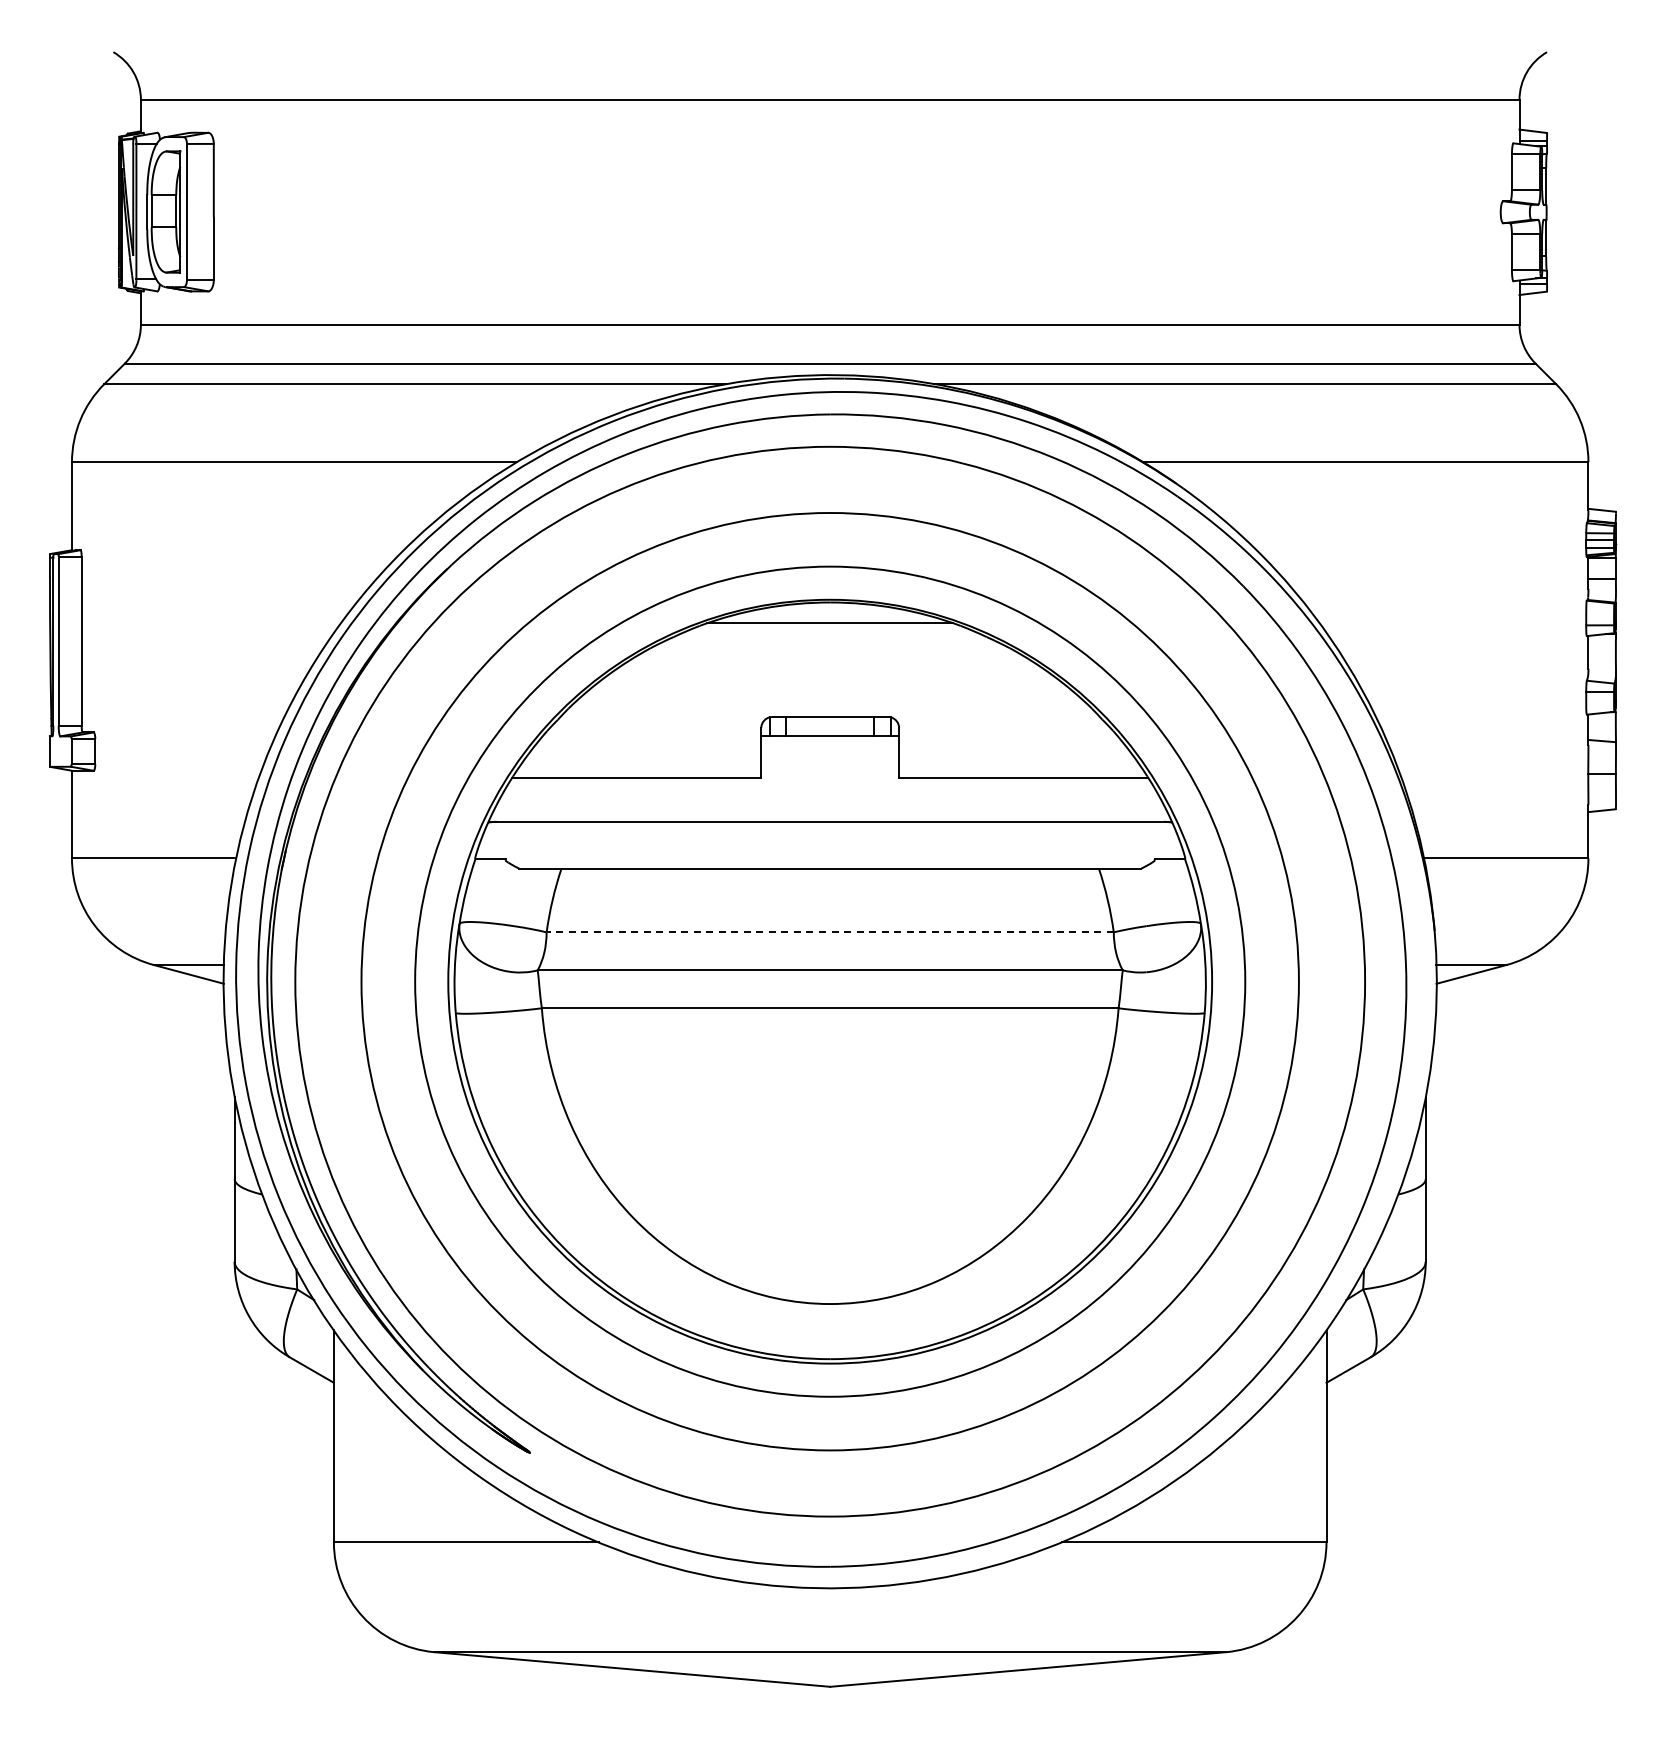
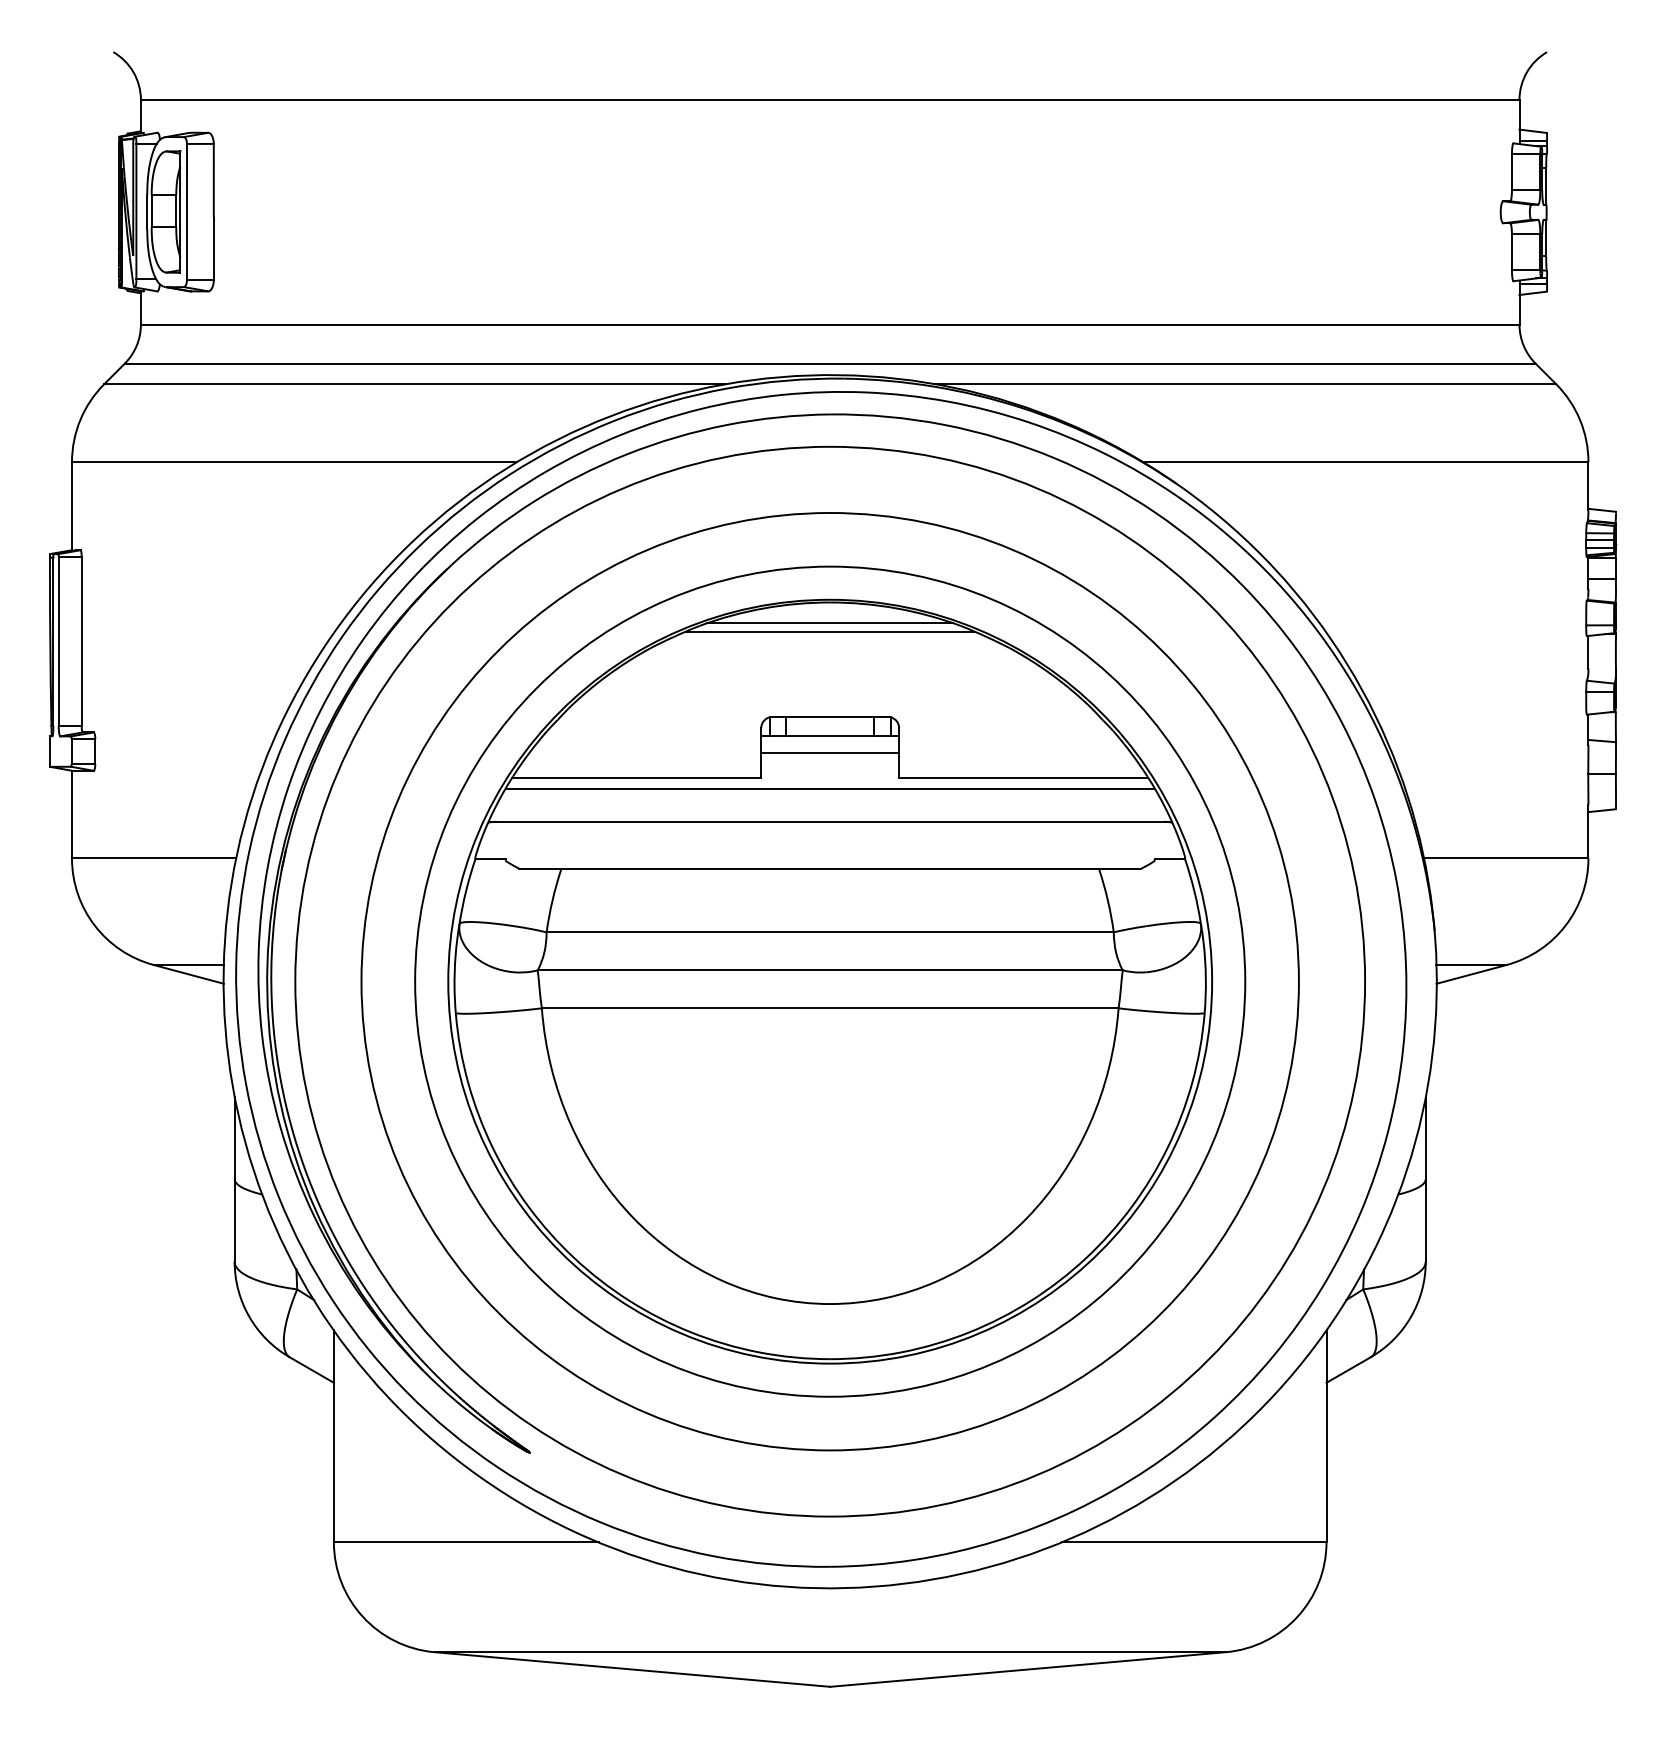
line at (829, 631): none -> present
line at (830, 752): none -> present
line at (829, 788): none -> present
line at (830, 932): dashed -> solid
